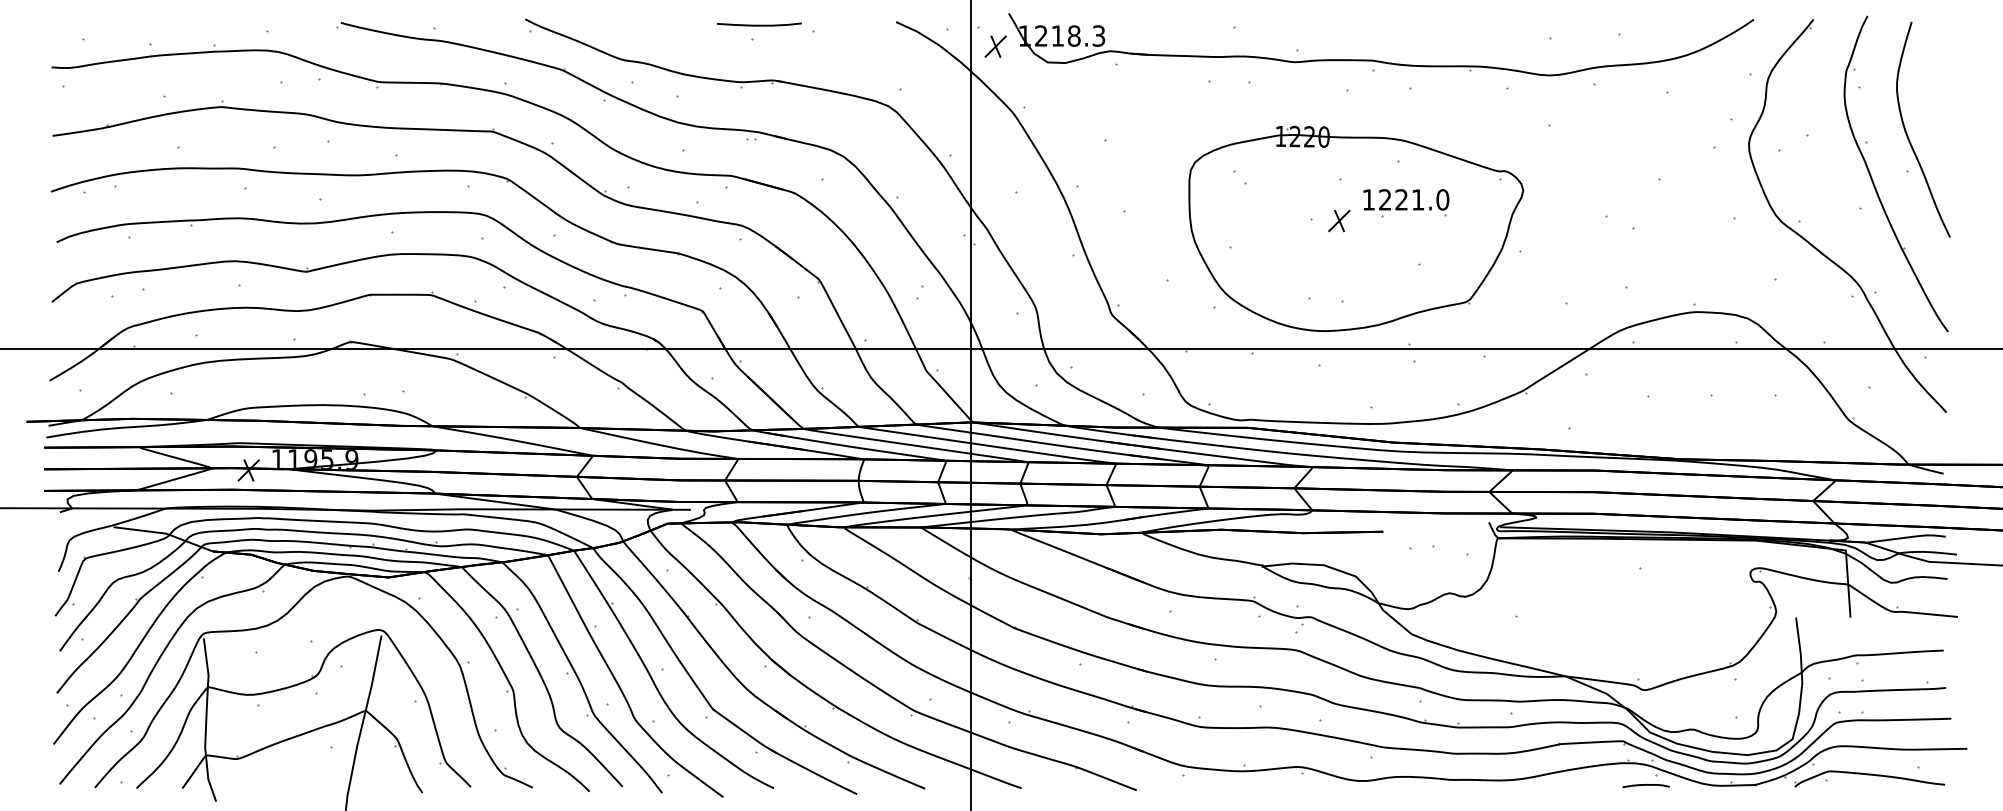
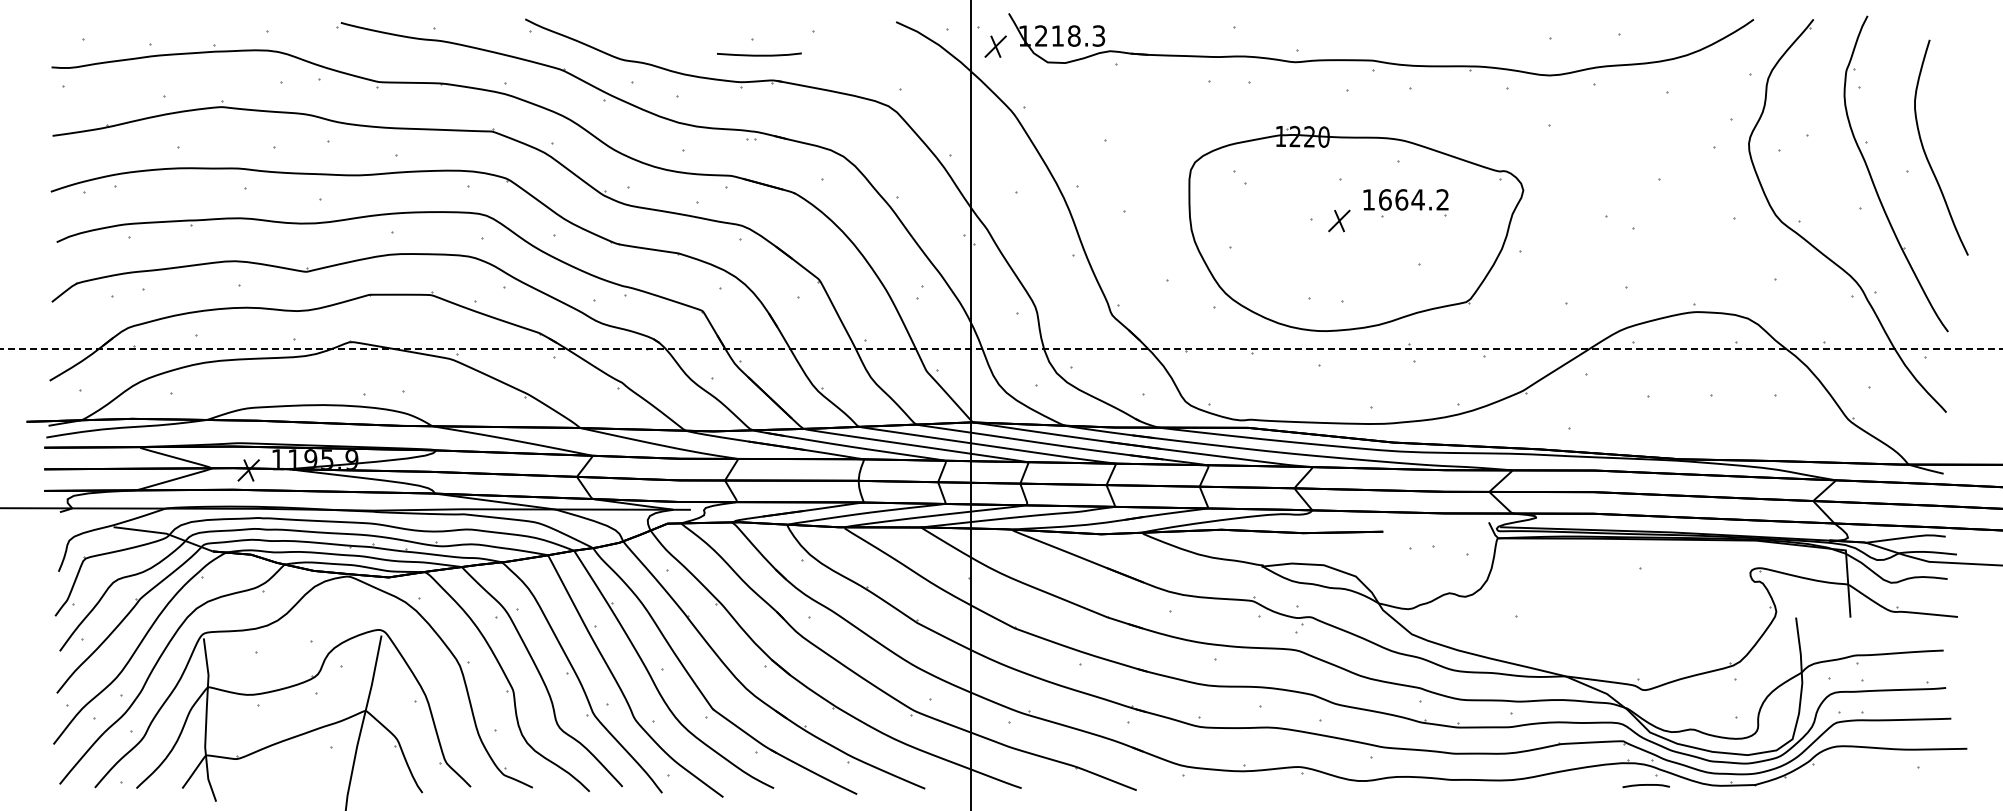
curve at (759, 24) position: (759, 24) -> (759, 54)
curve at (1908, 135) position: (1908, 135) -> (1926, 153)
text at (1414, 199): 1221.0 -> 1664.2
line at (1001, 348): solid -> dashed
part at (1869, 778): present -> none
